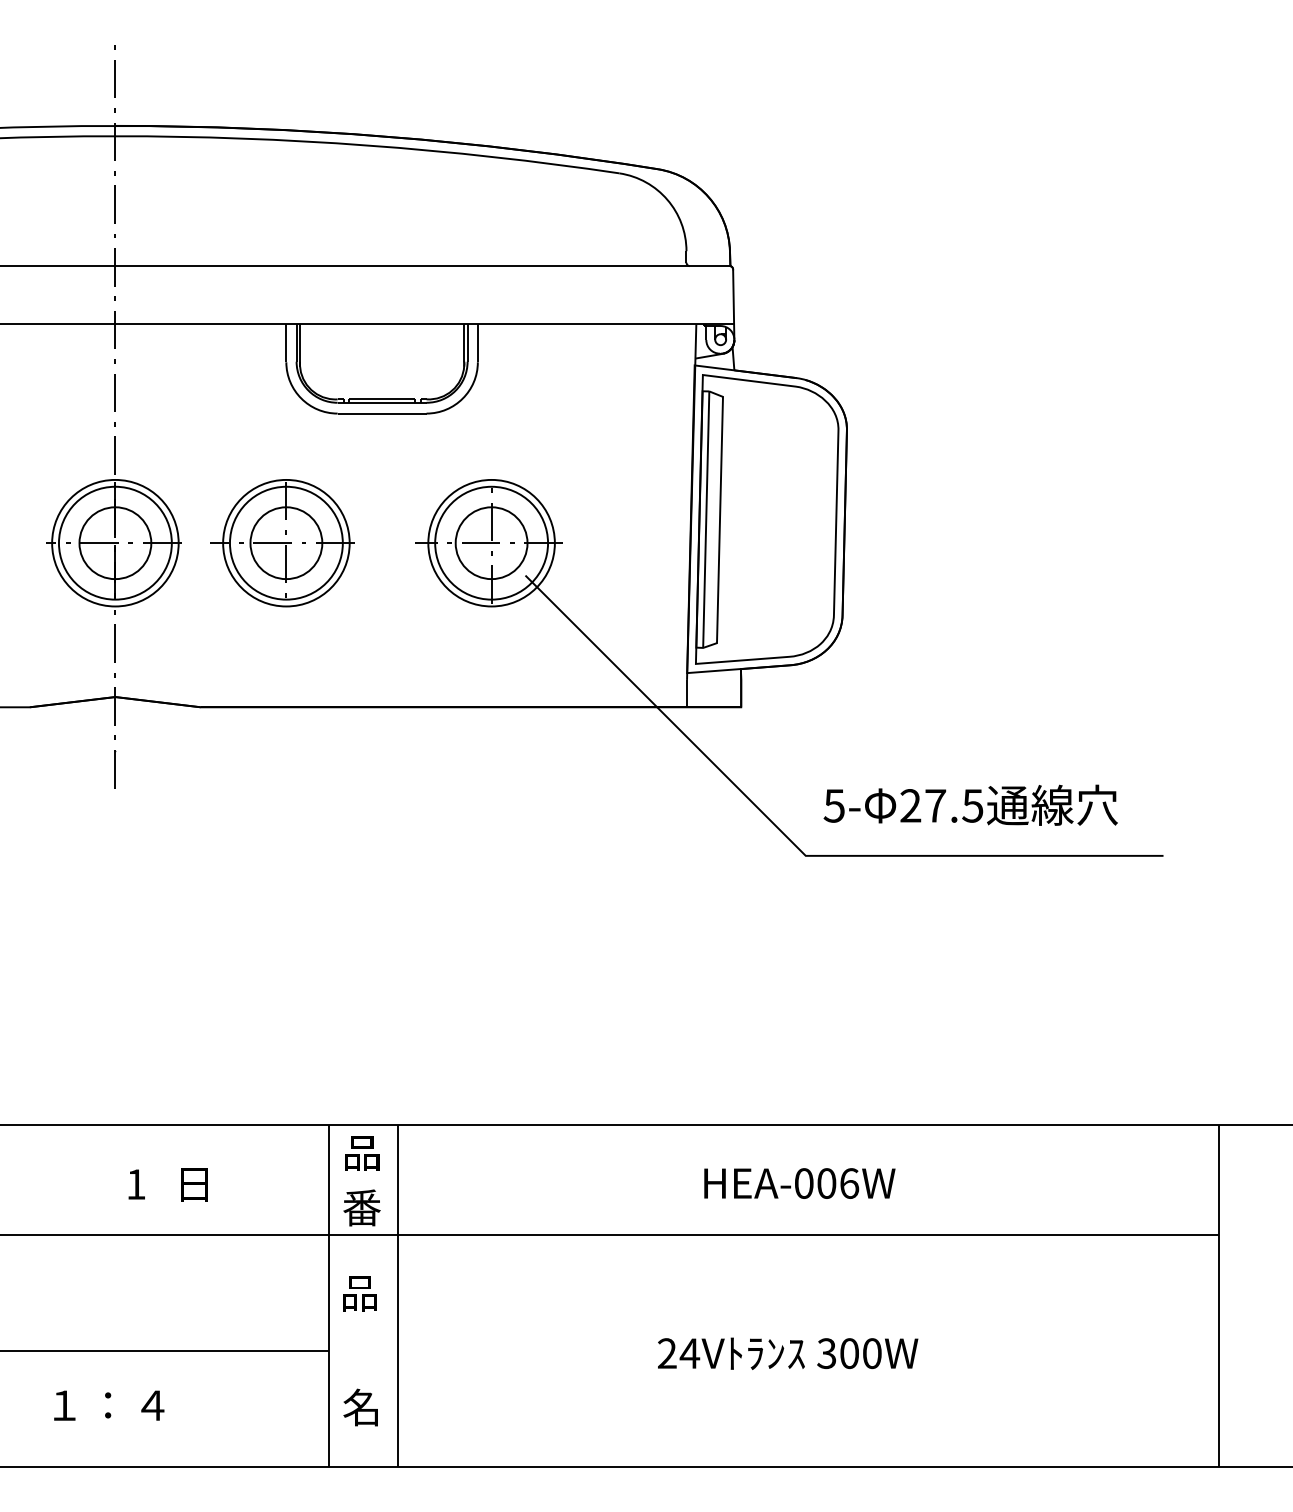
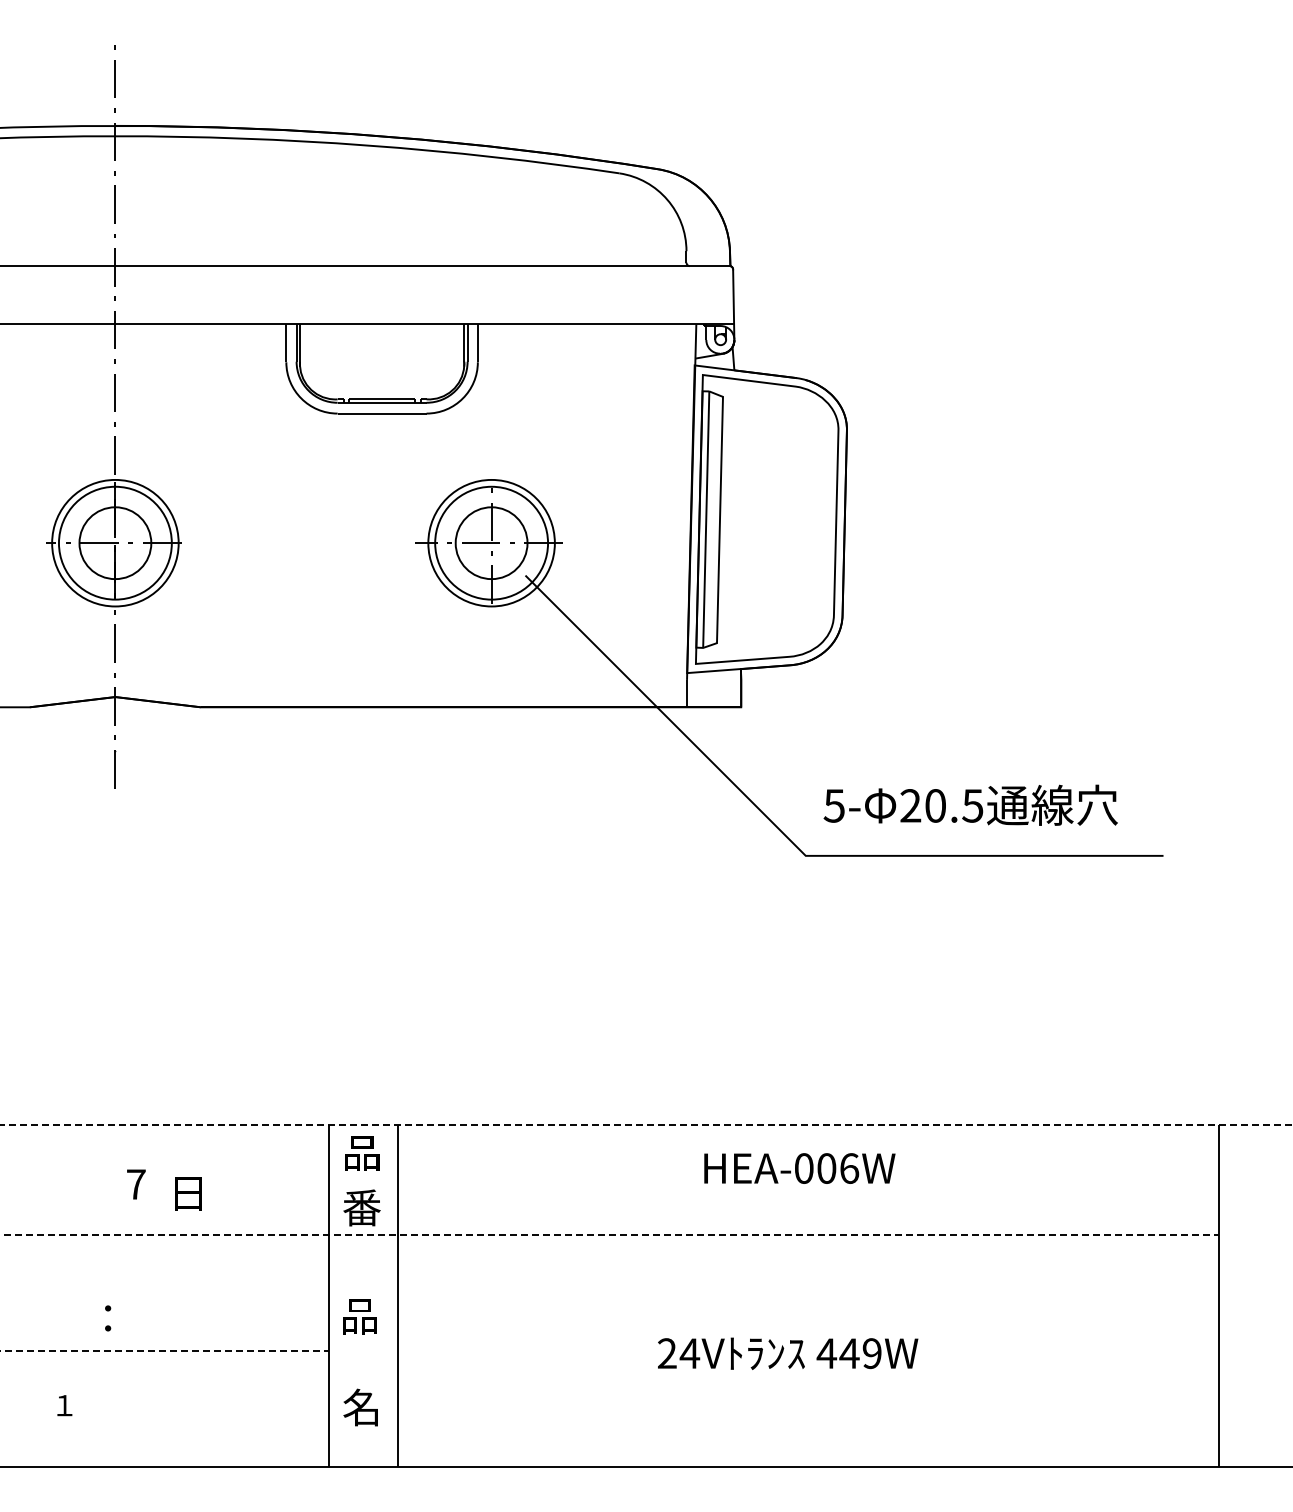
part at (282, 543): present -> none
text at (935, 805): 27.5 -> 20.5
line at (646, 1124): solid -> dashed
text at (799, 1183) position: (799, 1183) -> (799, 1168)
text at (136, 1184): 1 -> 7
text at (194, 1184) position: (194, 1184) -> (188, 1193)
line at (610, 1234): solid -> dashed
part at (359, 1293) position: (359, 1293) -> (359, 1316)
line at (165, 1350): solid -> dashed
text at (848, 1353): 300W -> 449W
part at (108, 1398) position: (108, 1398) -> (108, 1311)
part at (64, 1405) size: 22x31 px -> 16x22 px
part at (152, 1405): present -> none
